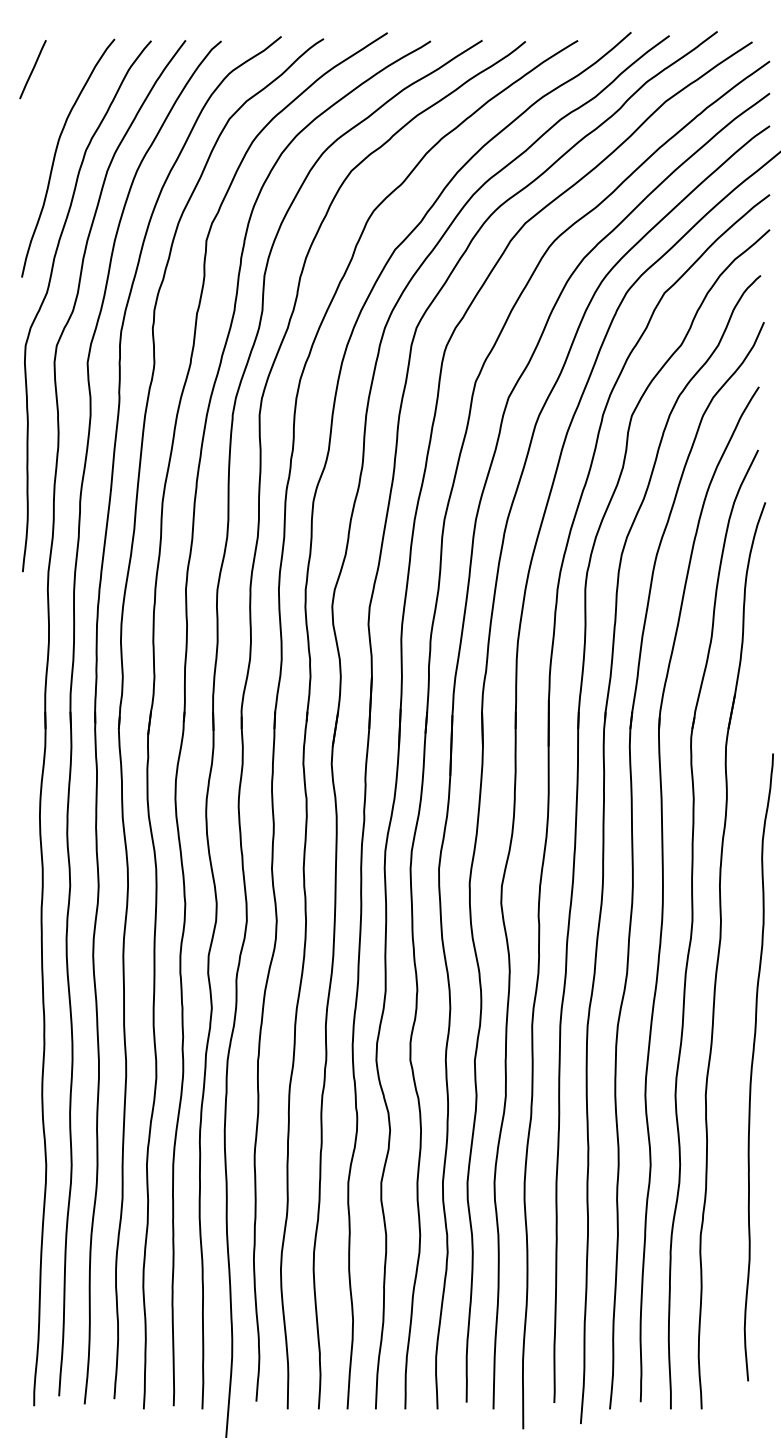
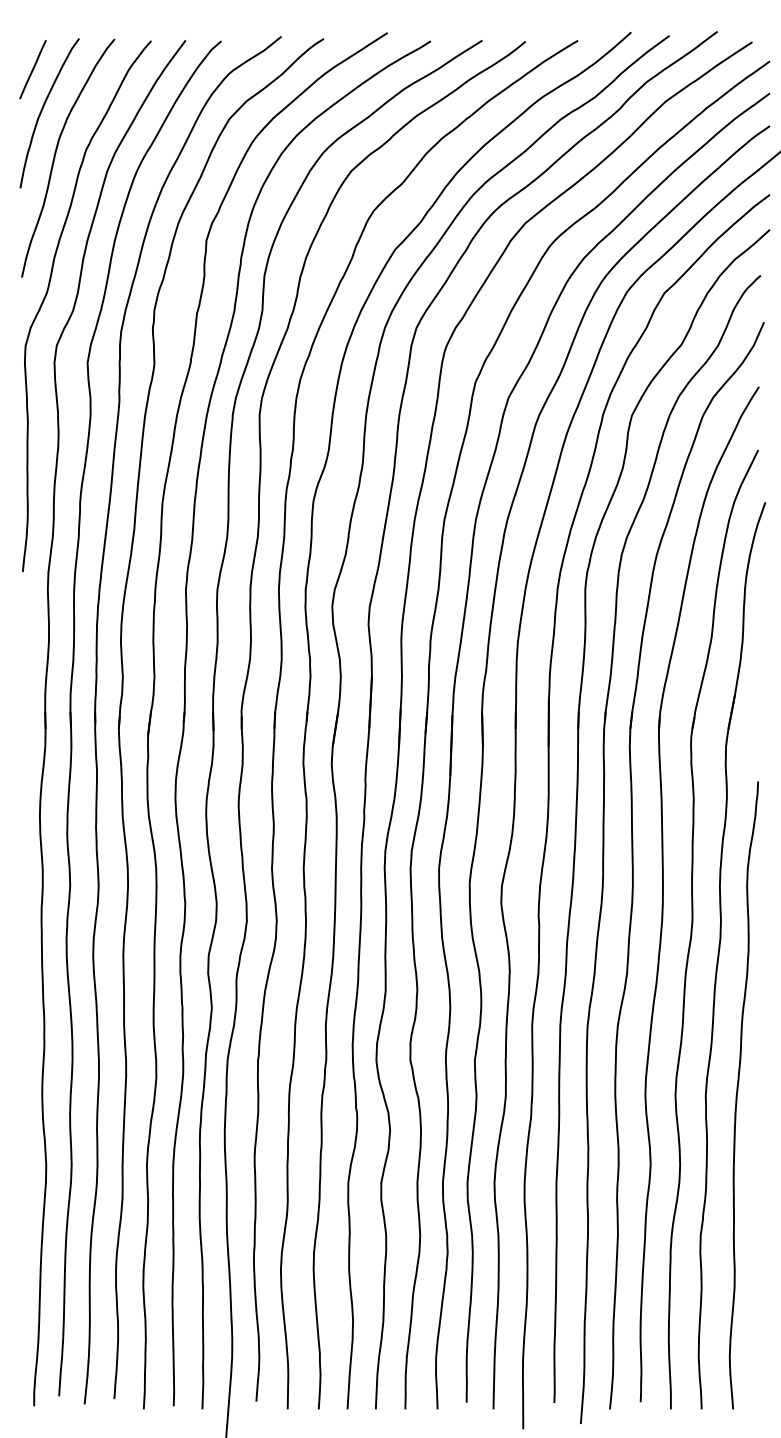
curve at (43, 109): none -> present
curve at (752, 1067) position: (752, 1067) -> (737, 1095)
